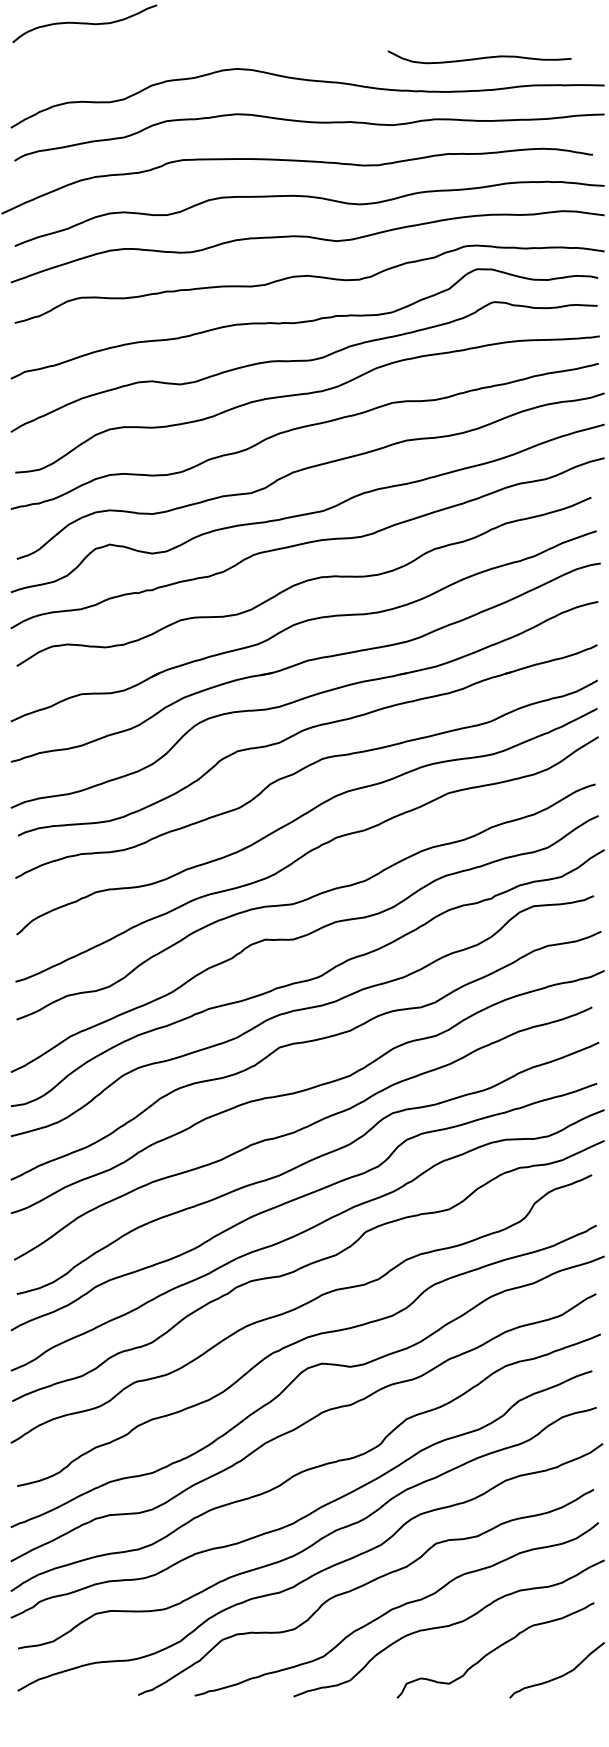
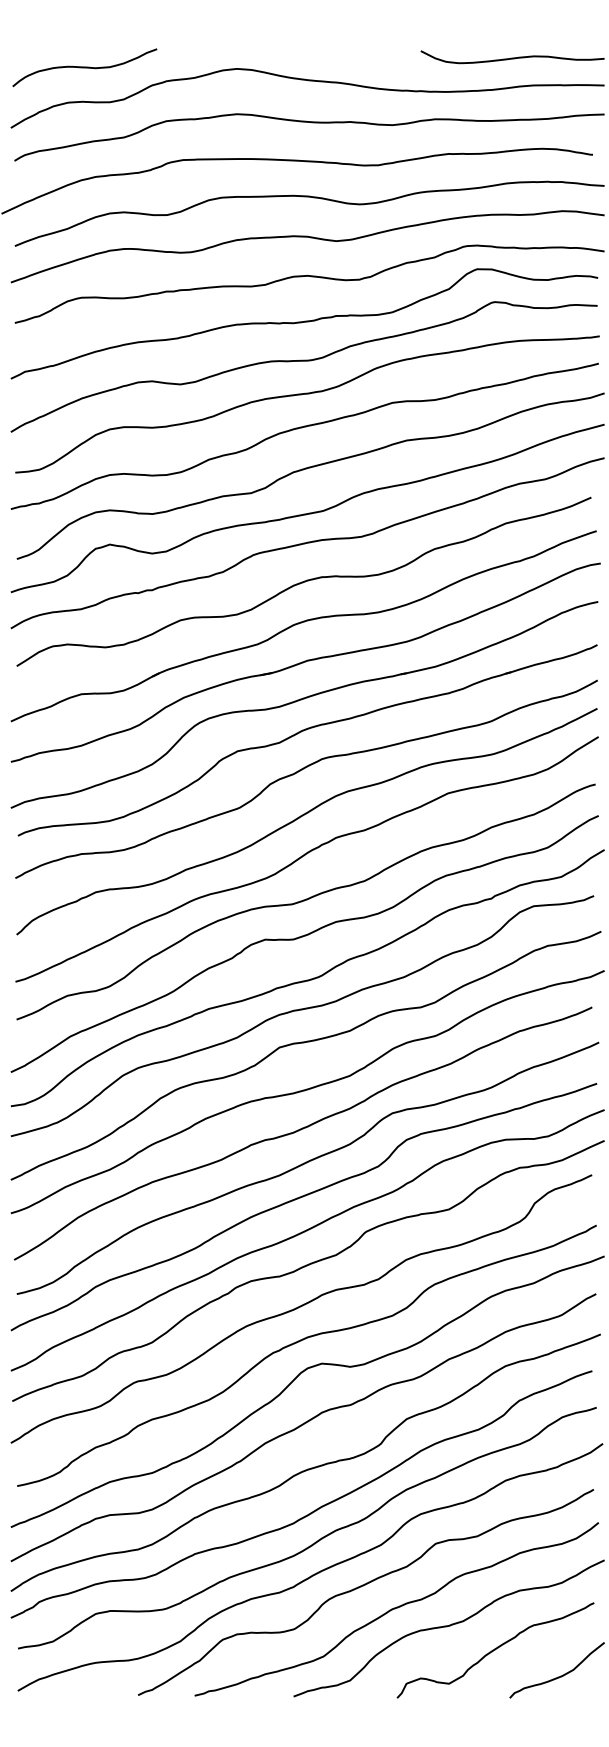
curve at (84, 23) position: (84, 23) -> (84, 67)
curve at (479, 57) position: (479, 57) -> (512, 57)
